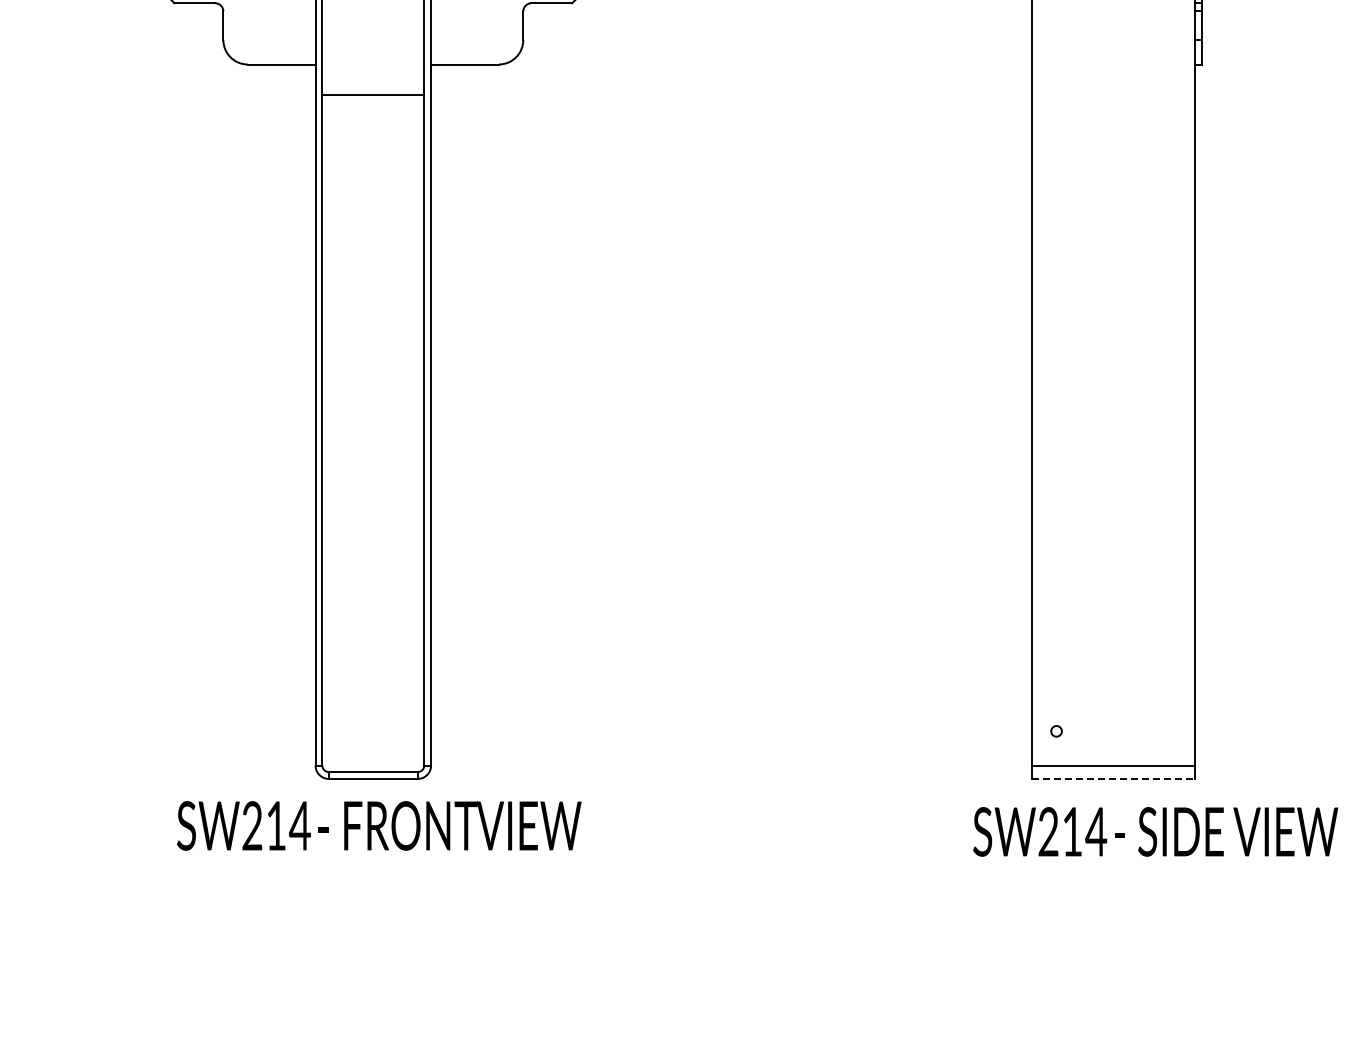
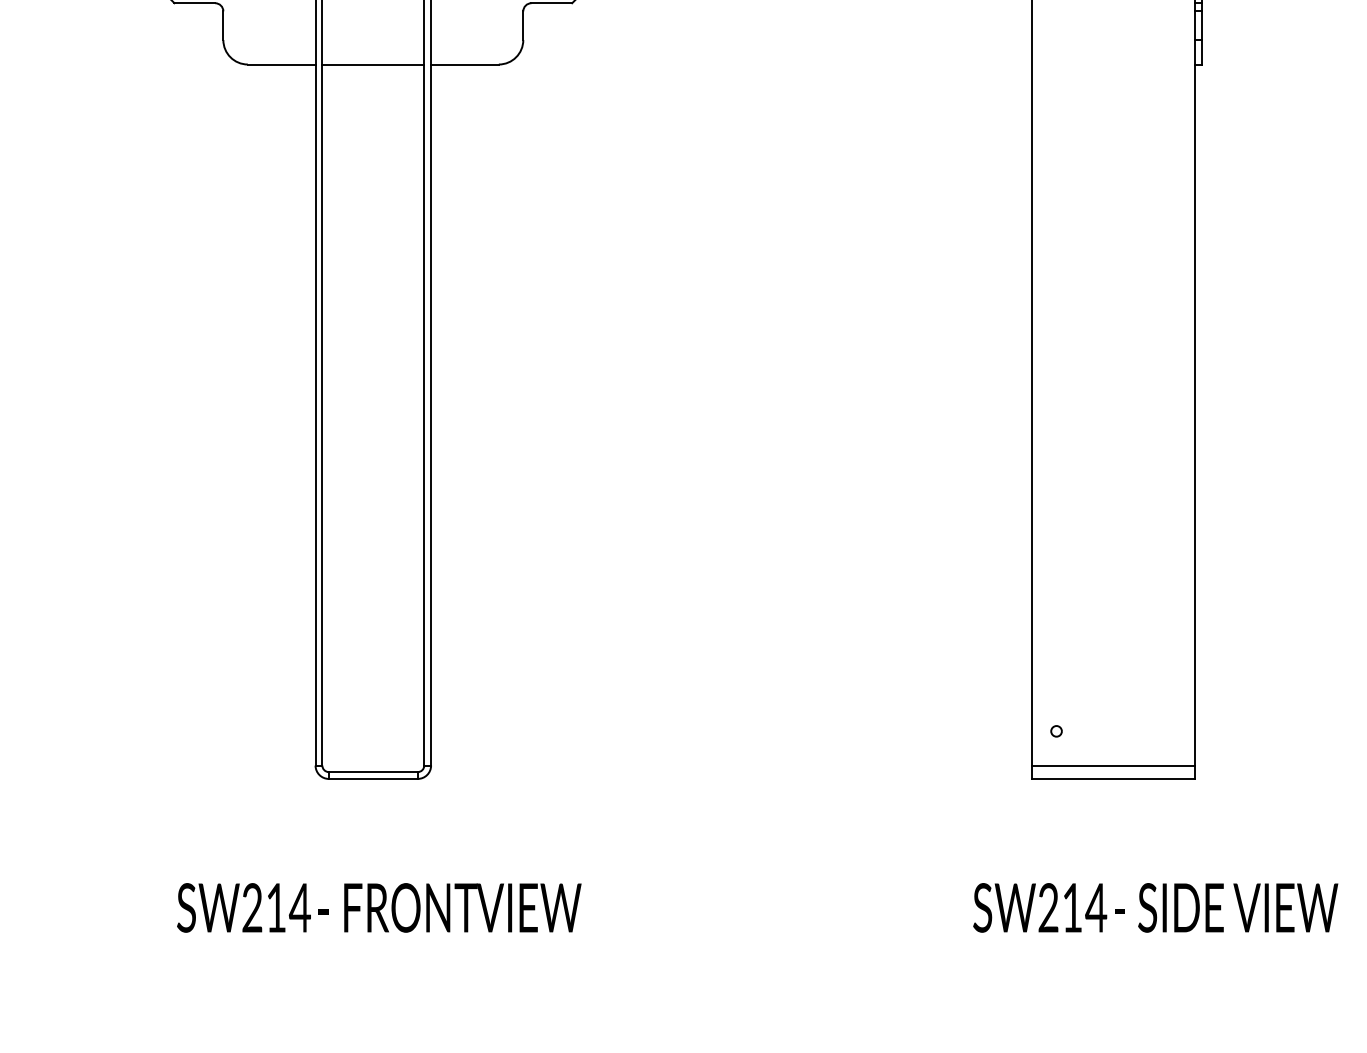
line at (373, 94) position: (373, 94) -> (373, 64)
line at (1114, 778): dashed -> solid
text at (379, 825) position: (379, 825) -> (379, 907)
text at (1155, 831) position: (1155, 831) -> (1155, 907)
